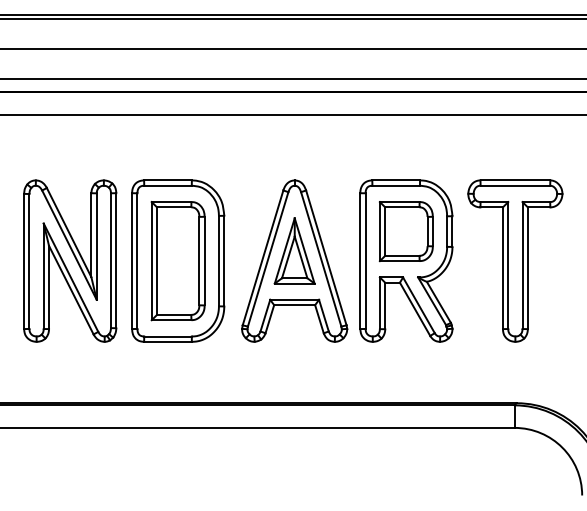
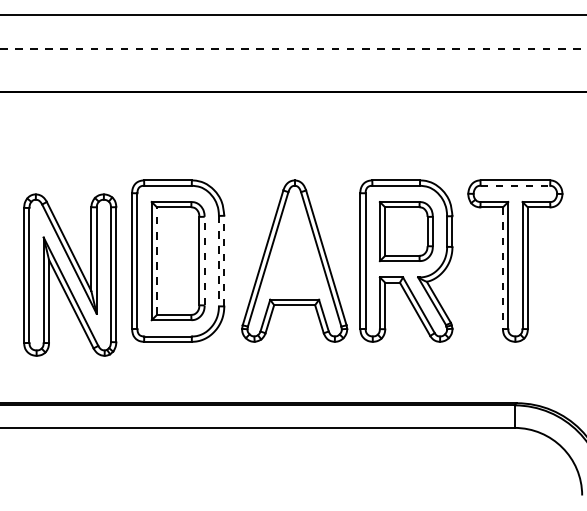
line at (292, 18): present -> none
line at (293, 48): solid -> dashed
line at (292, 78): present -> none
line at (292, 114): present -> none
line at (515, 185): solid -> dashed
part at (294, 250): present -> none
part at (70, 260) position: (70, 260) -> (70, 274)
line at (204, 260): solid -> dashed
line at (224, 260): solid -> dashed
line at (157, 261): solid -> dashed
line at (218, 261): solid -> dashed
line at (502, 268): solid -> dashed
